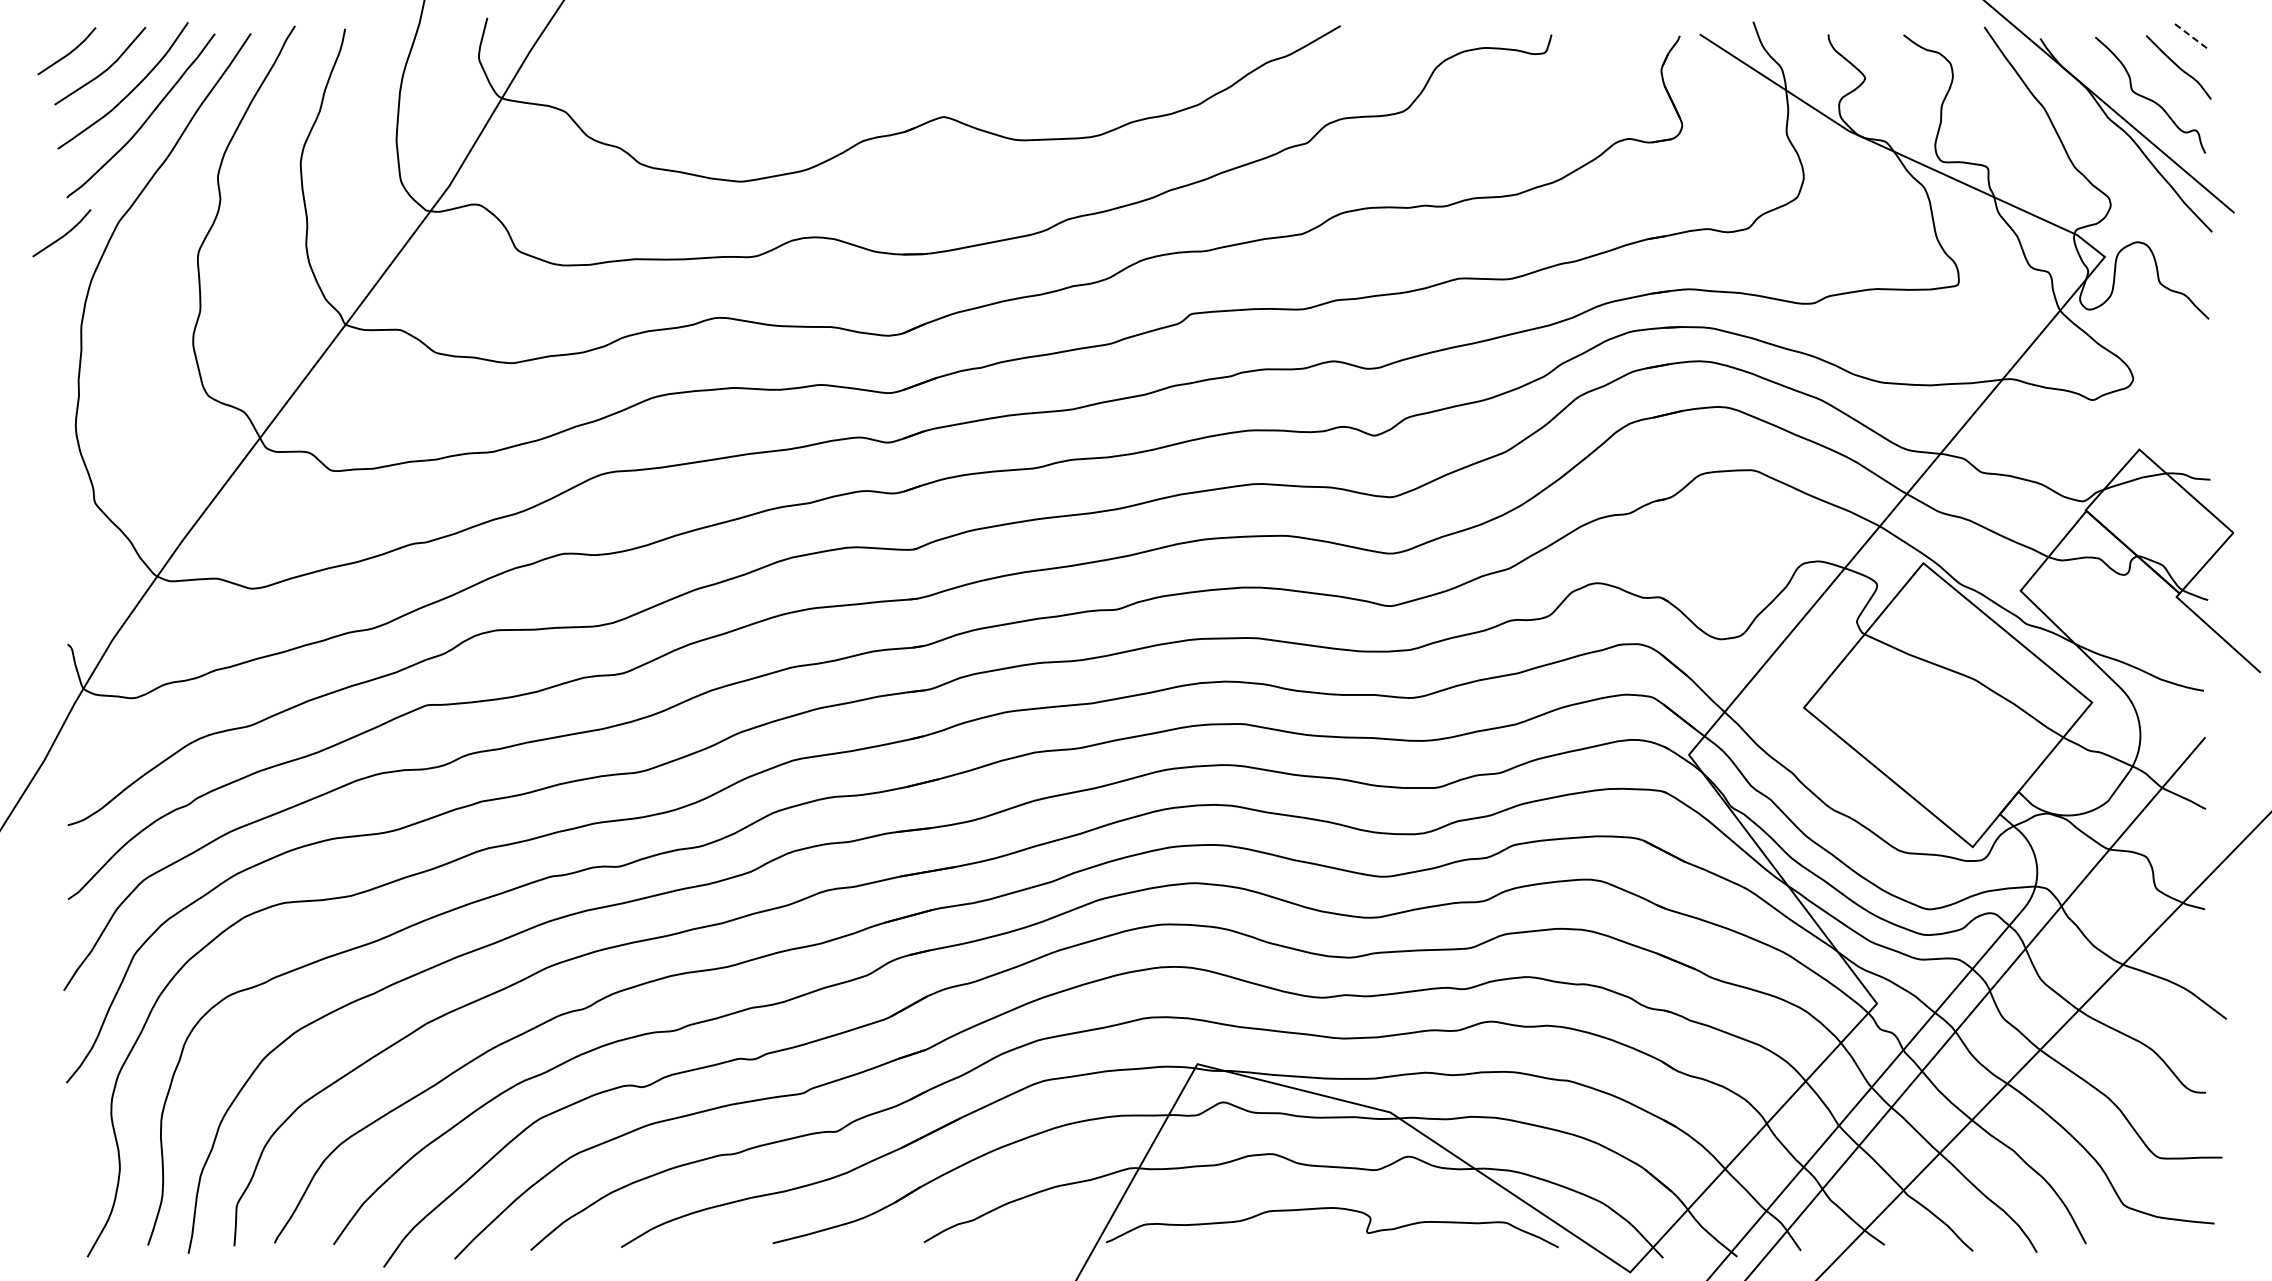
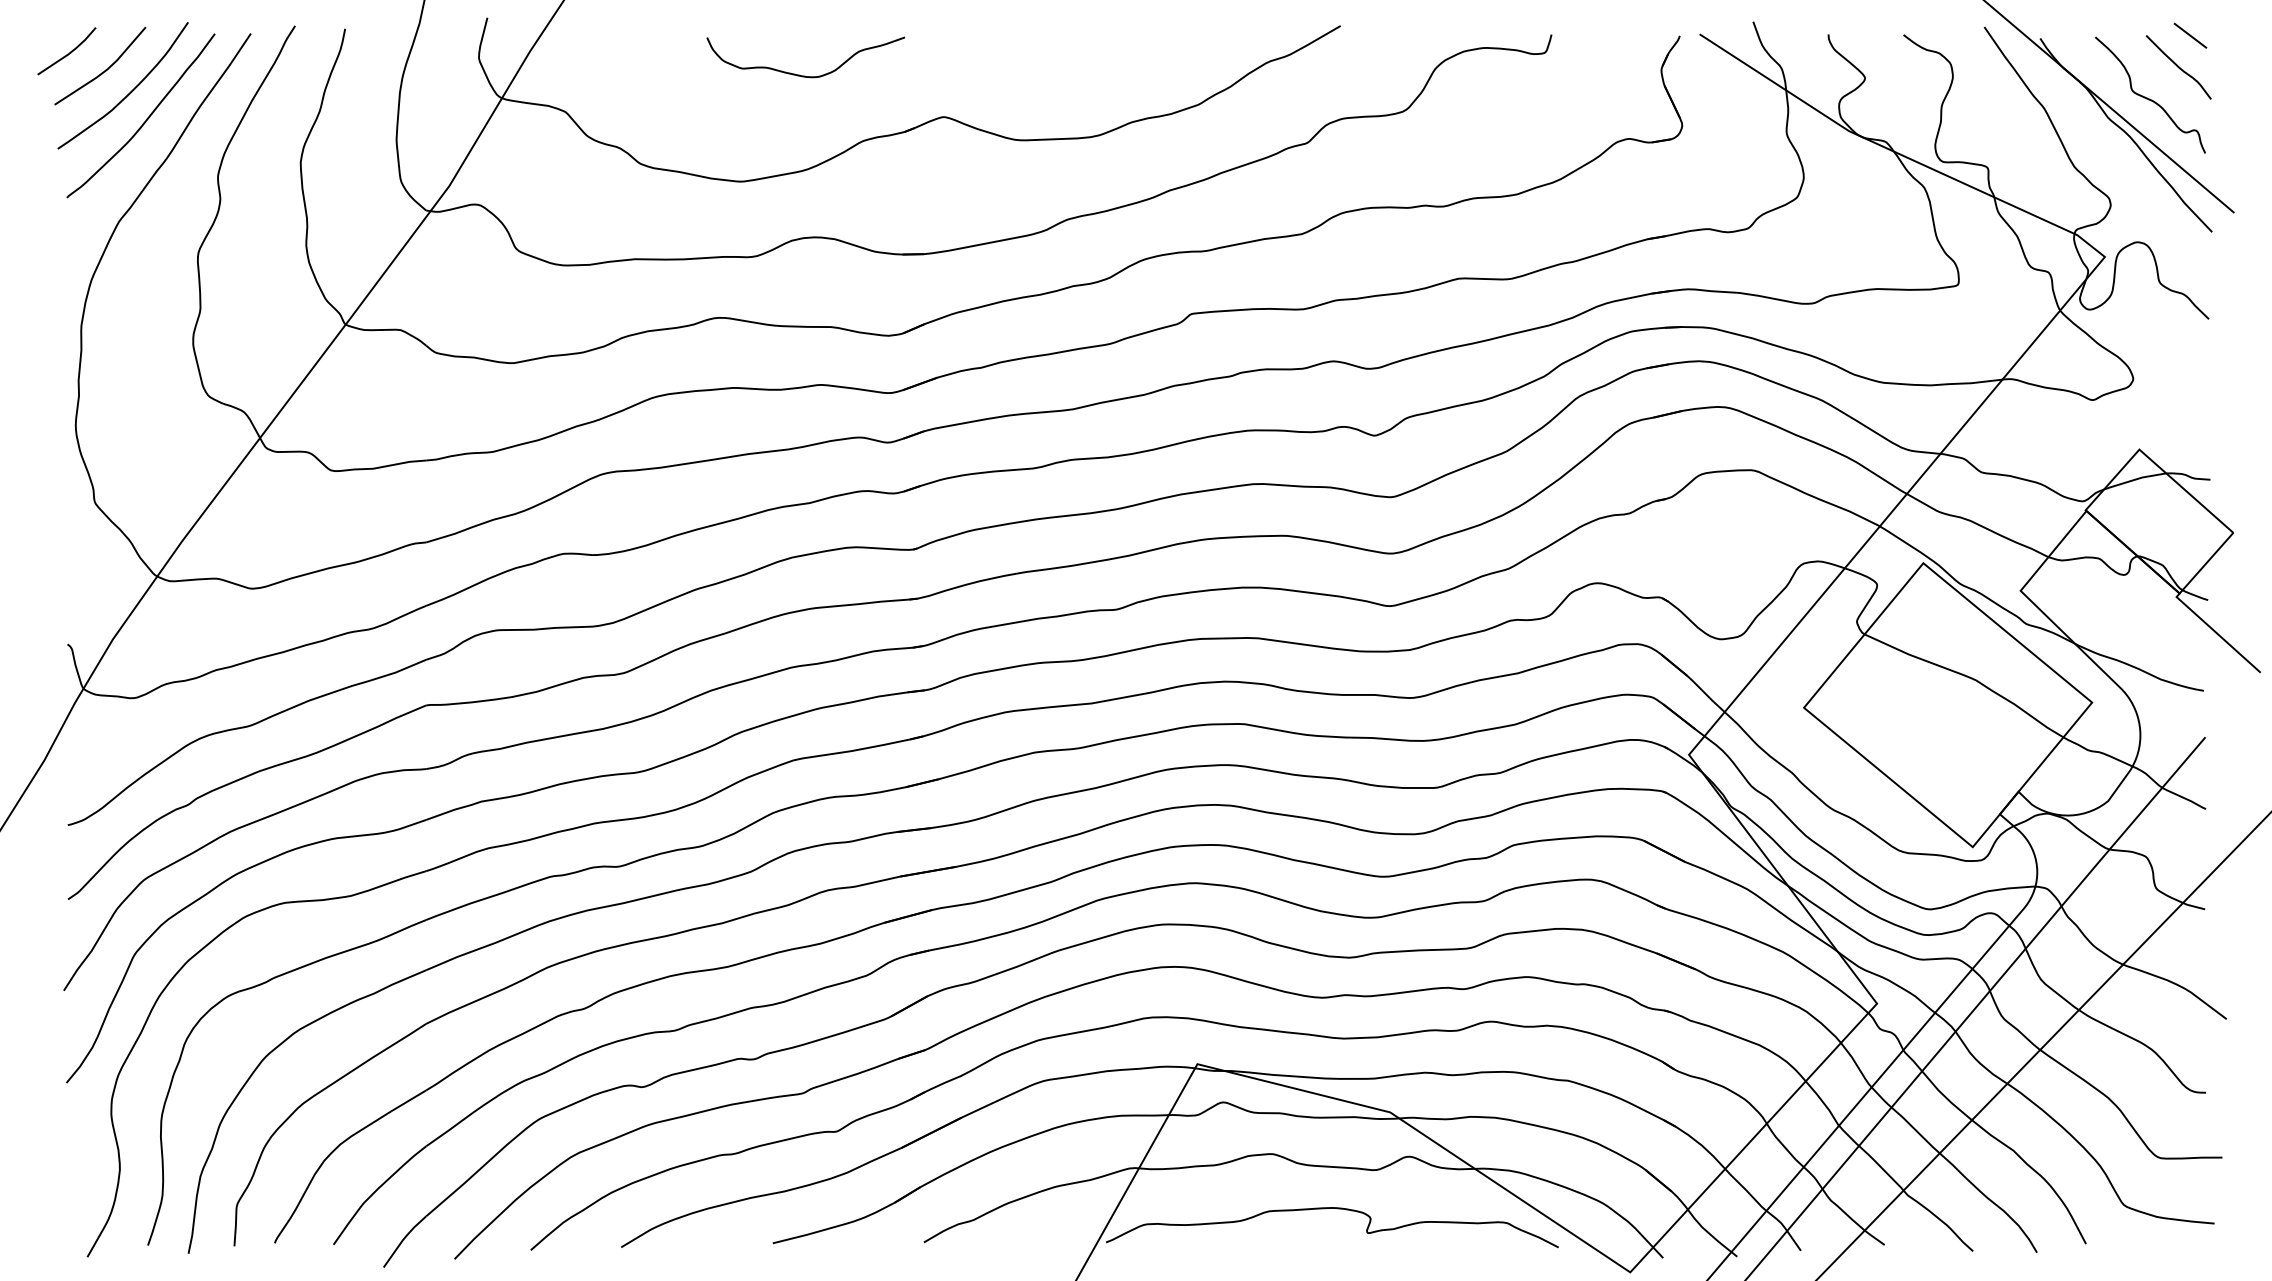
line at (2190, 35): dashed -> solid
curve at (805, 75): none -> present
line at (62, 235): present -> none
